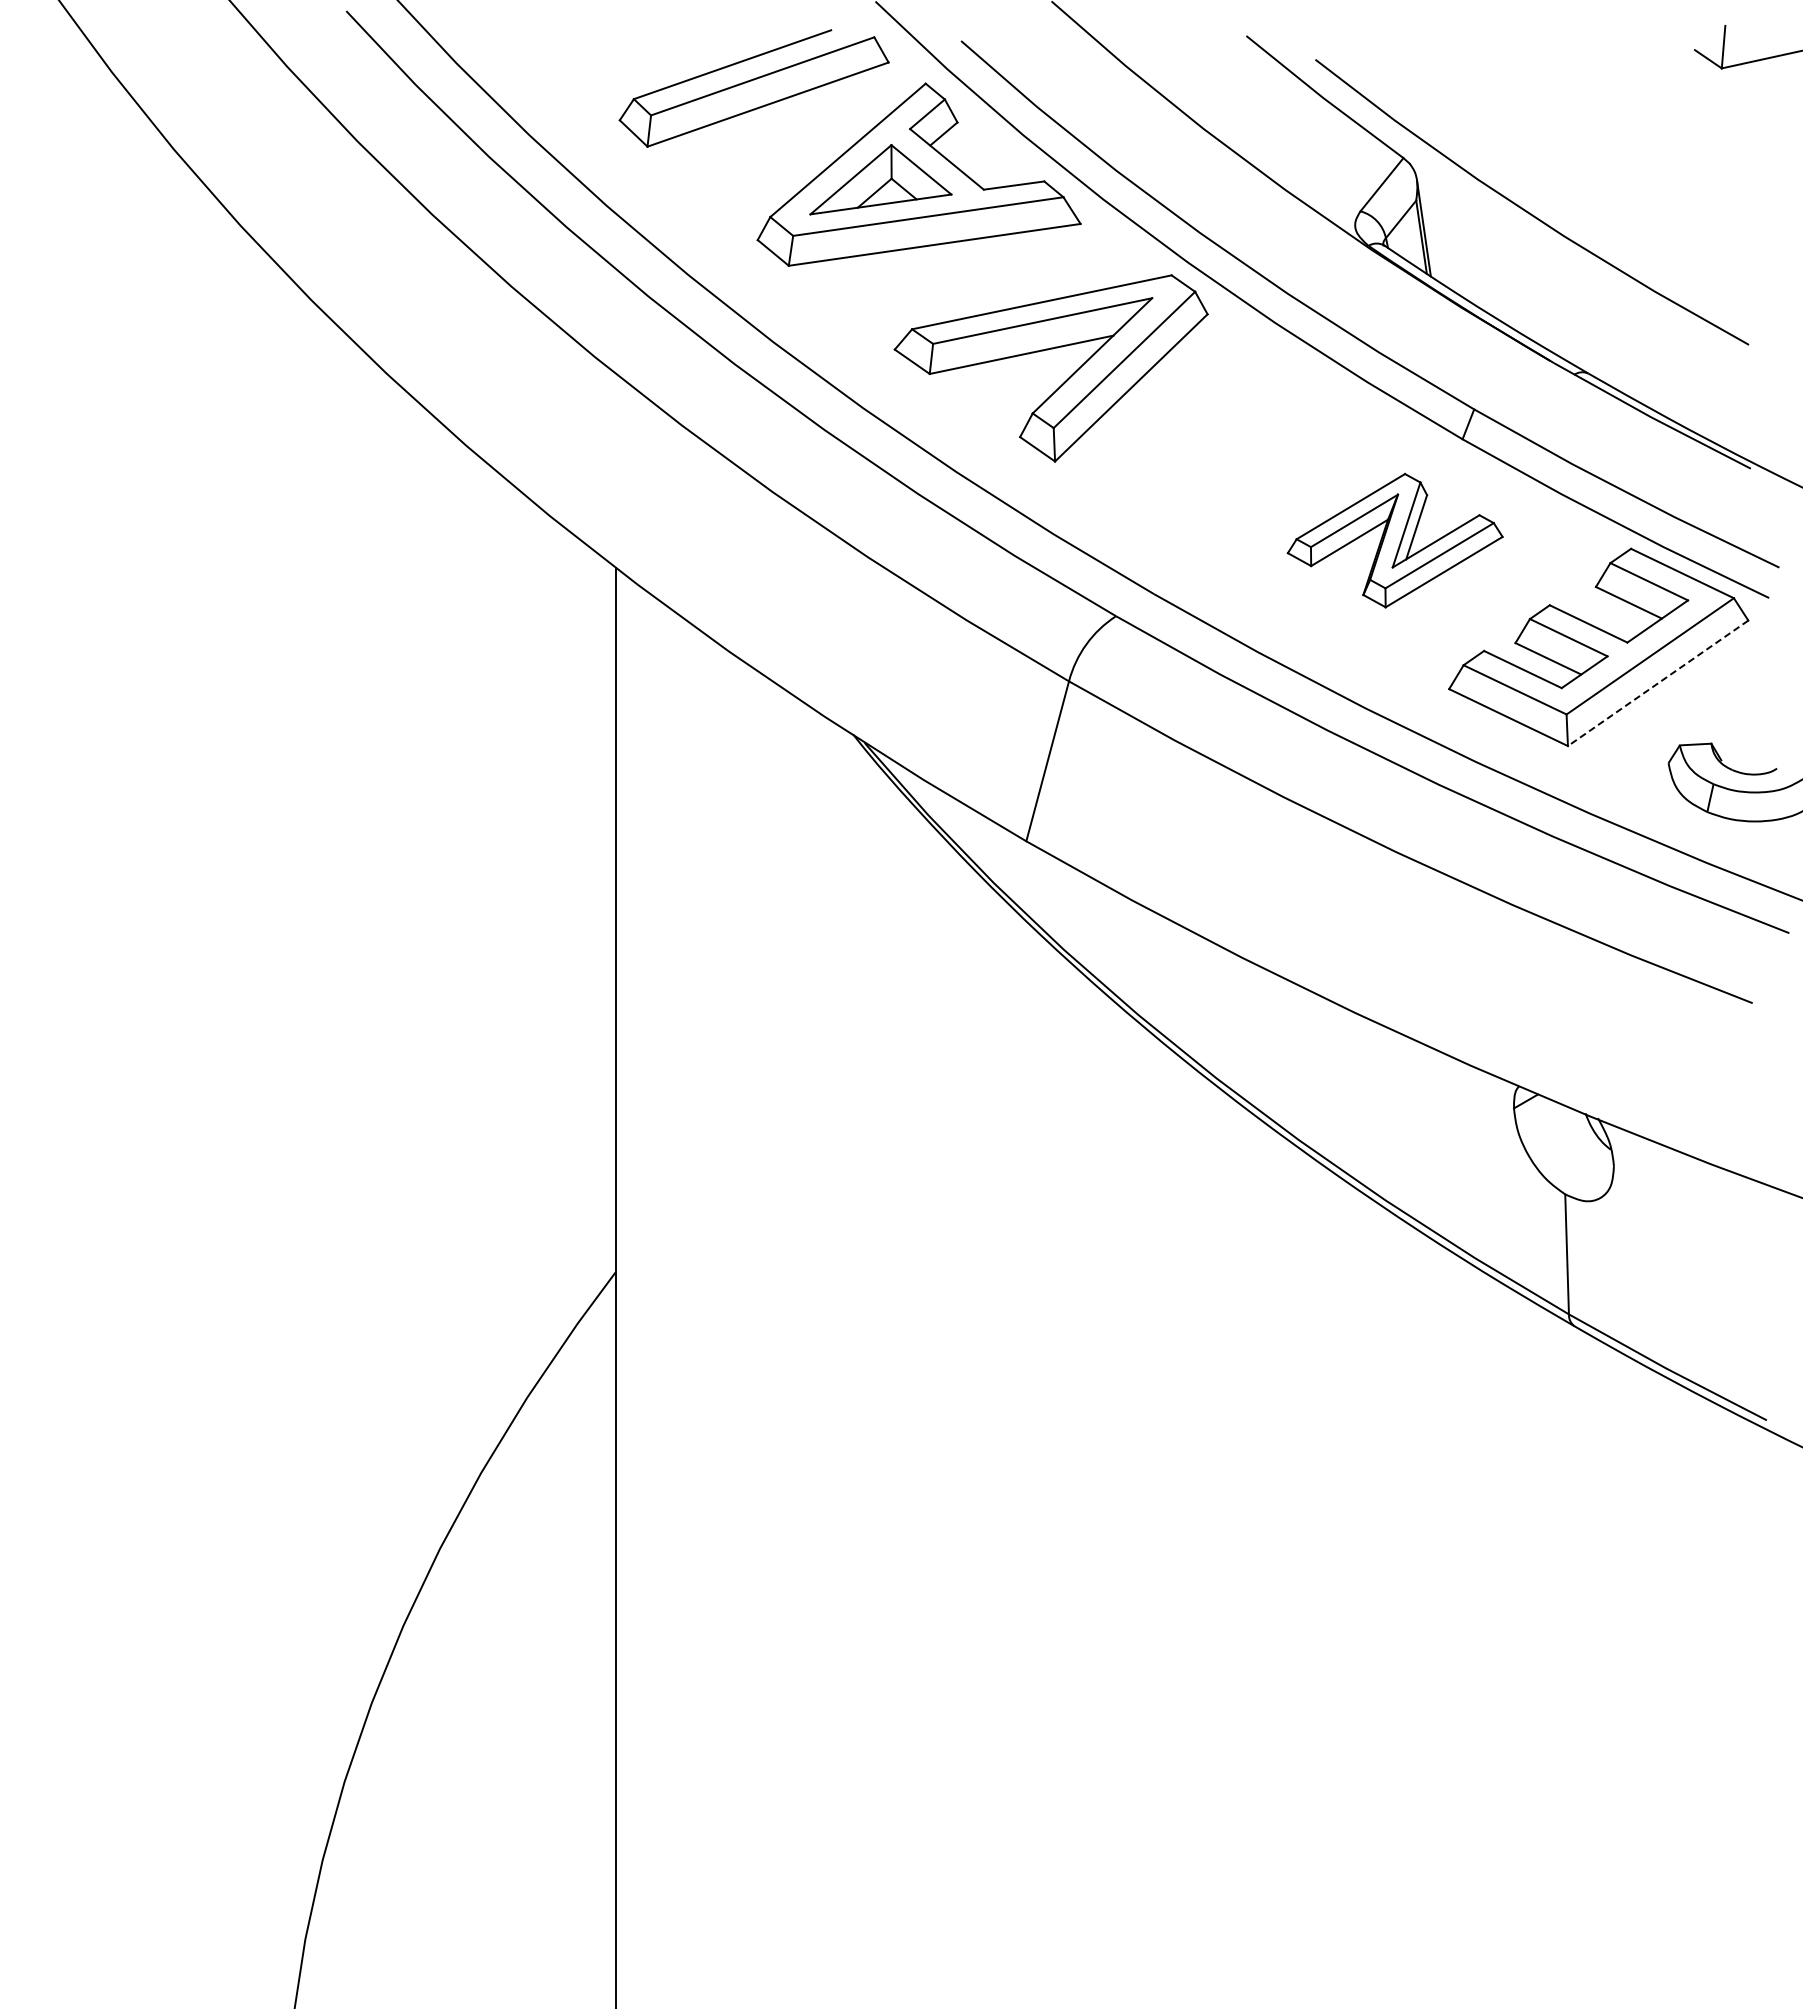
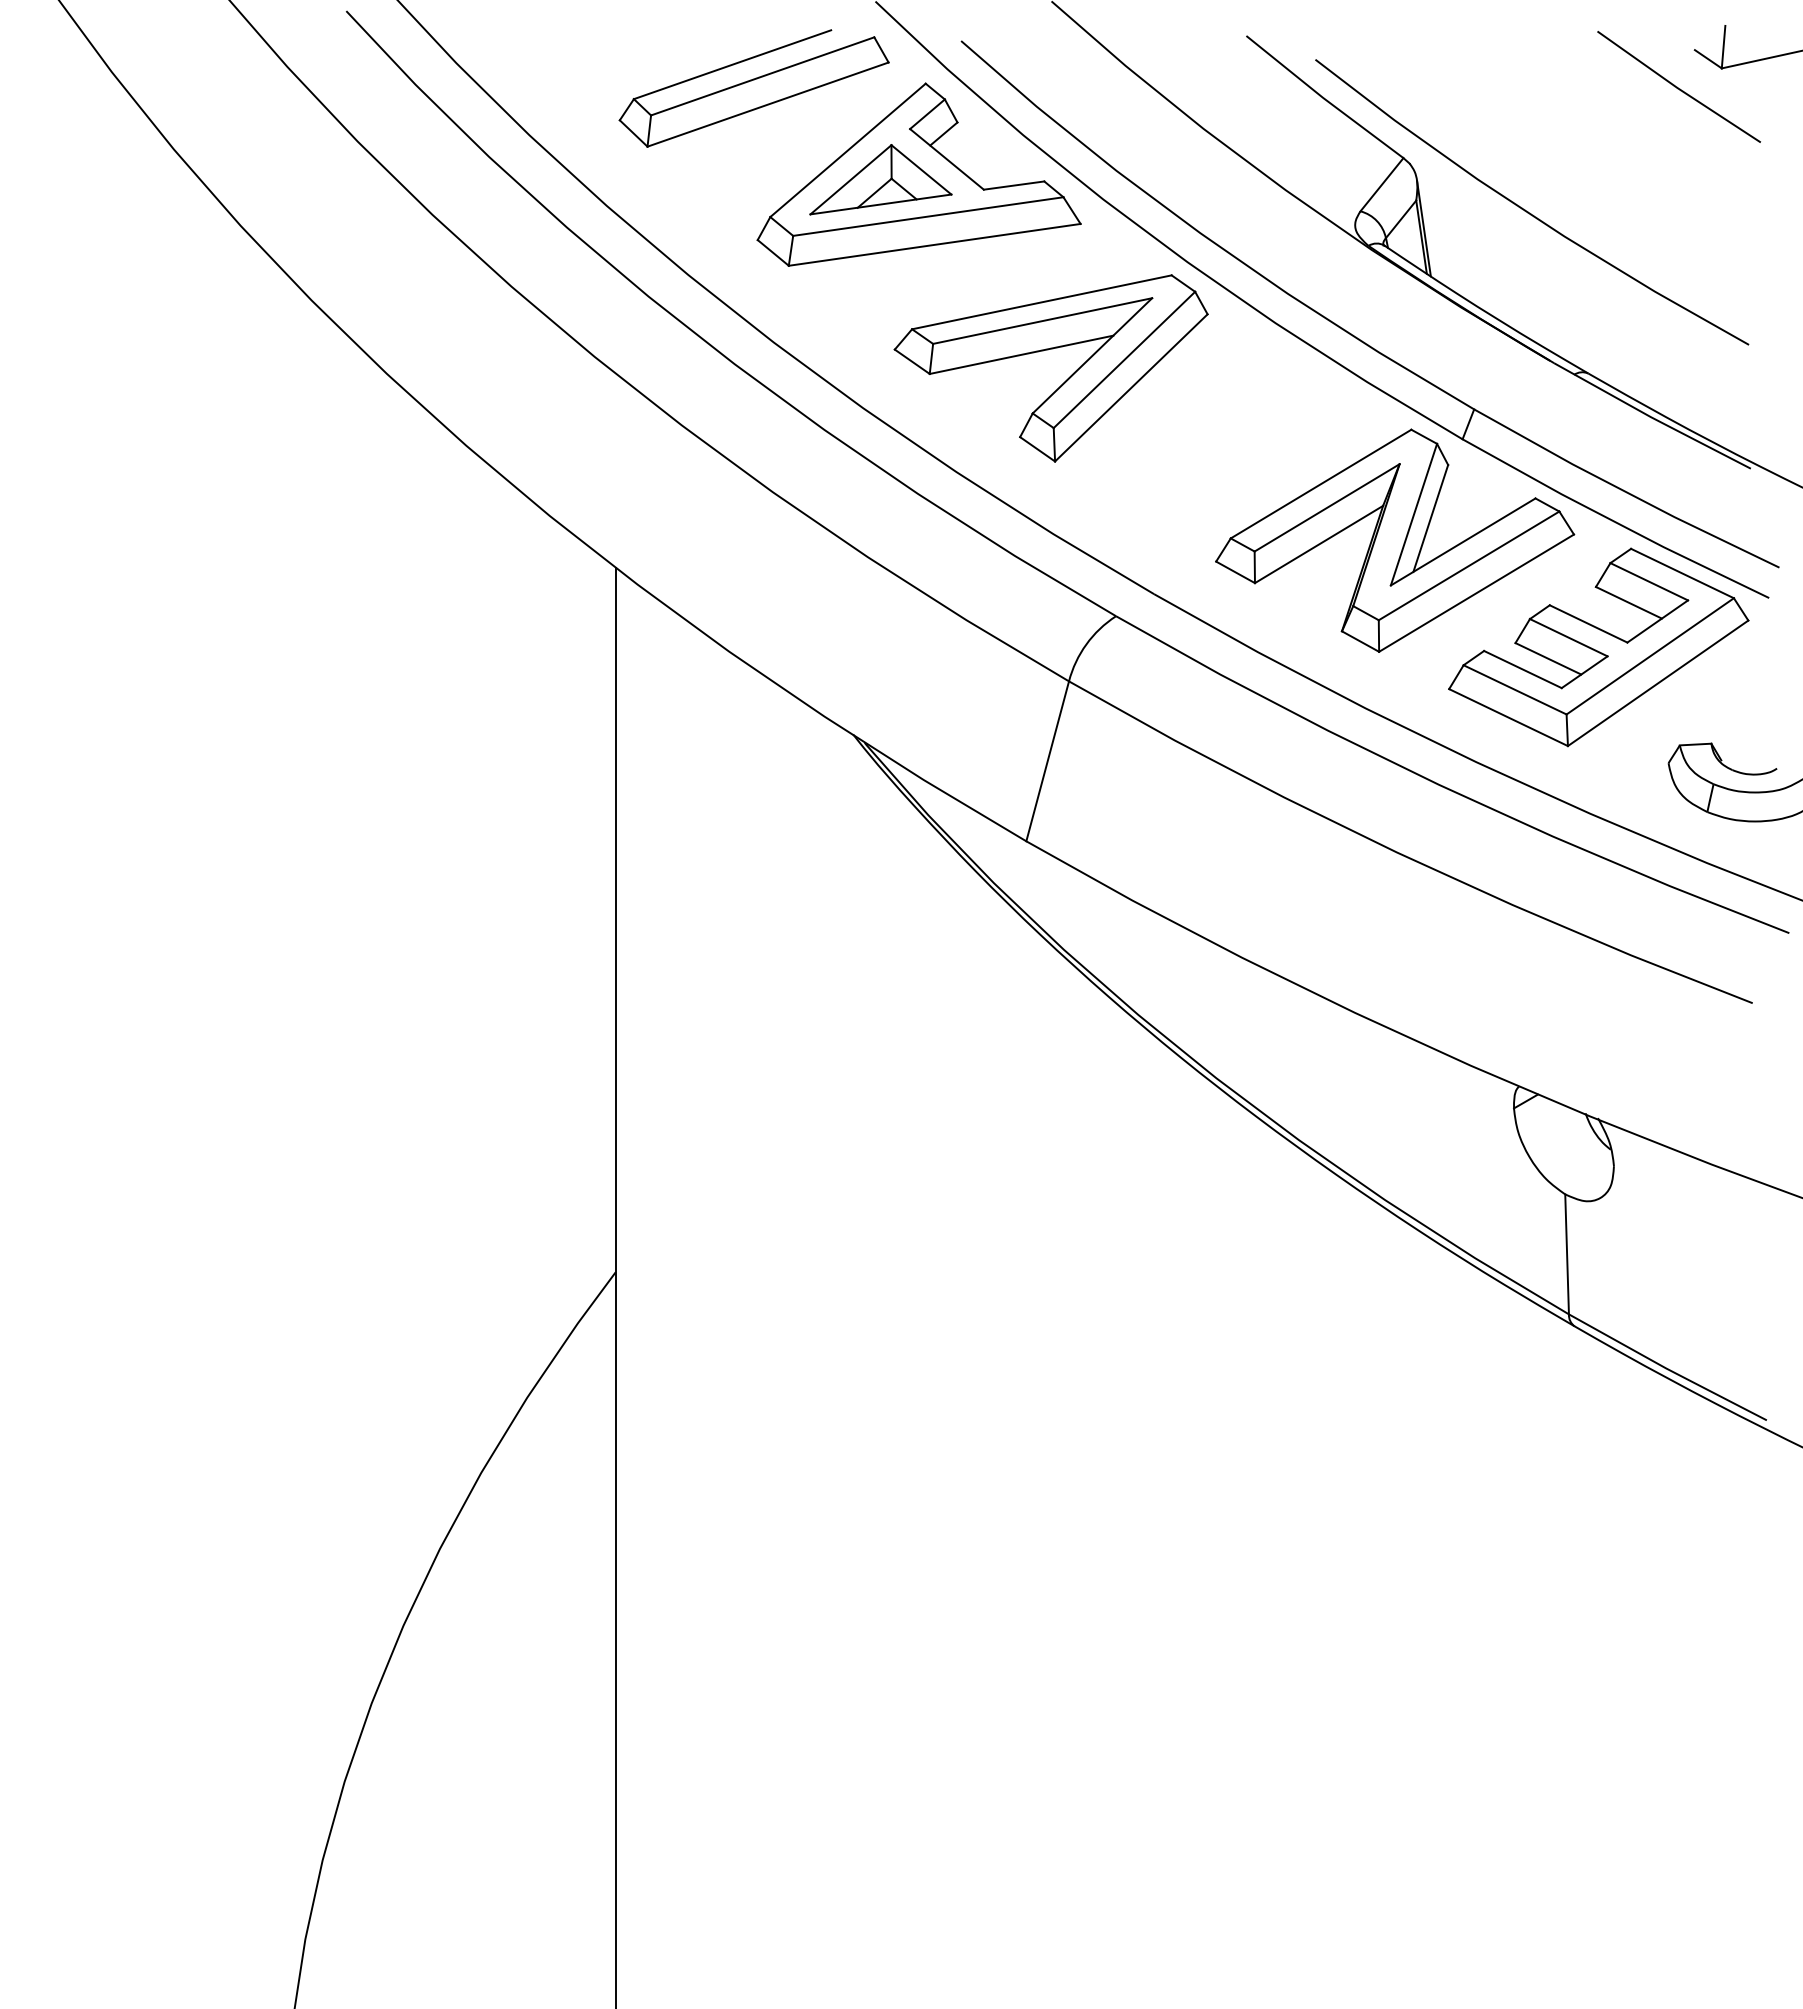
line at (1677, 86): none -> present
part at (1394, 540) size: 218x136 px -> 361x225 px
line at (1658, 683): dashed -> solid
